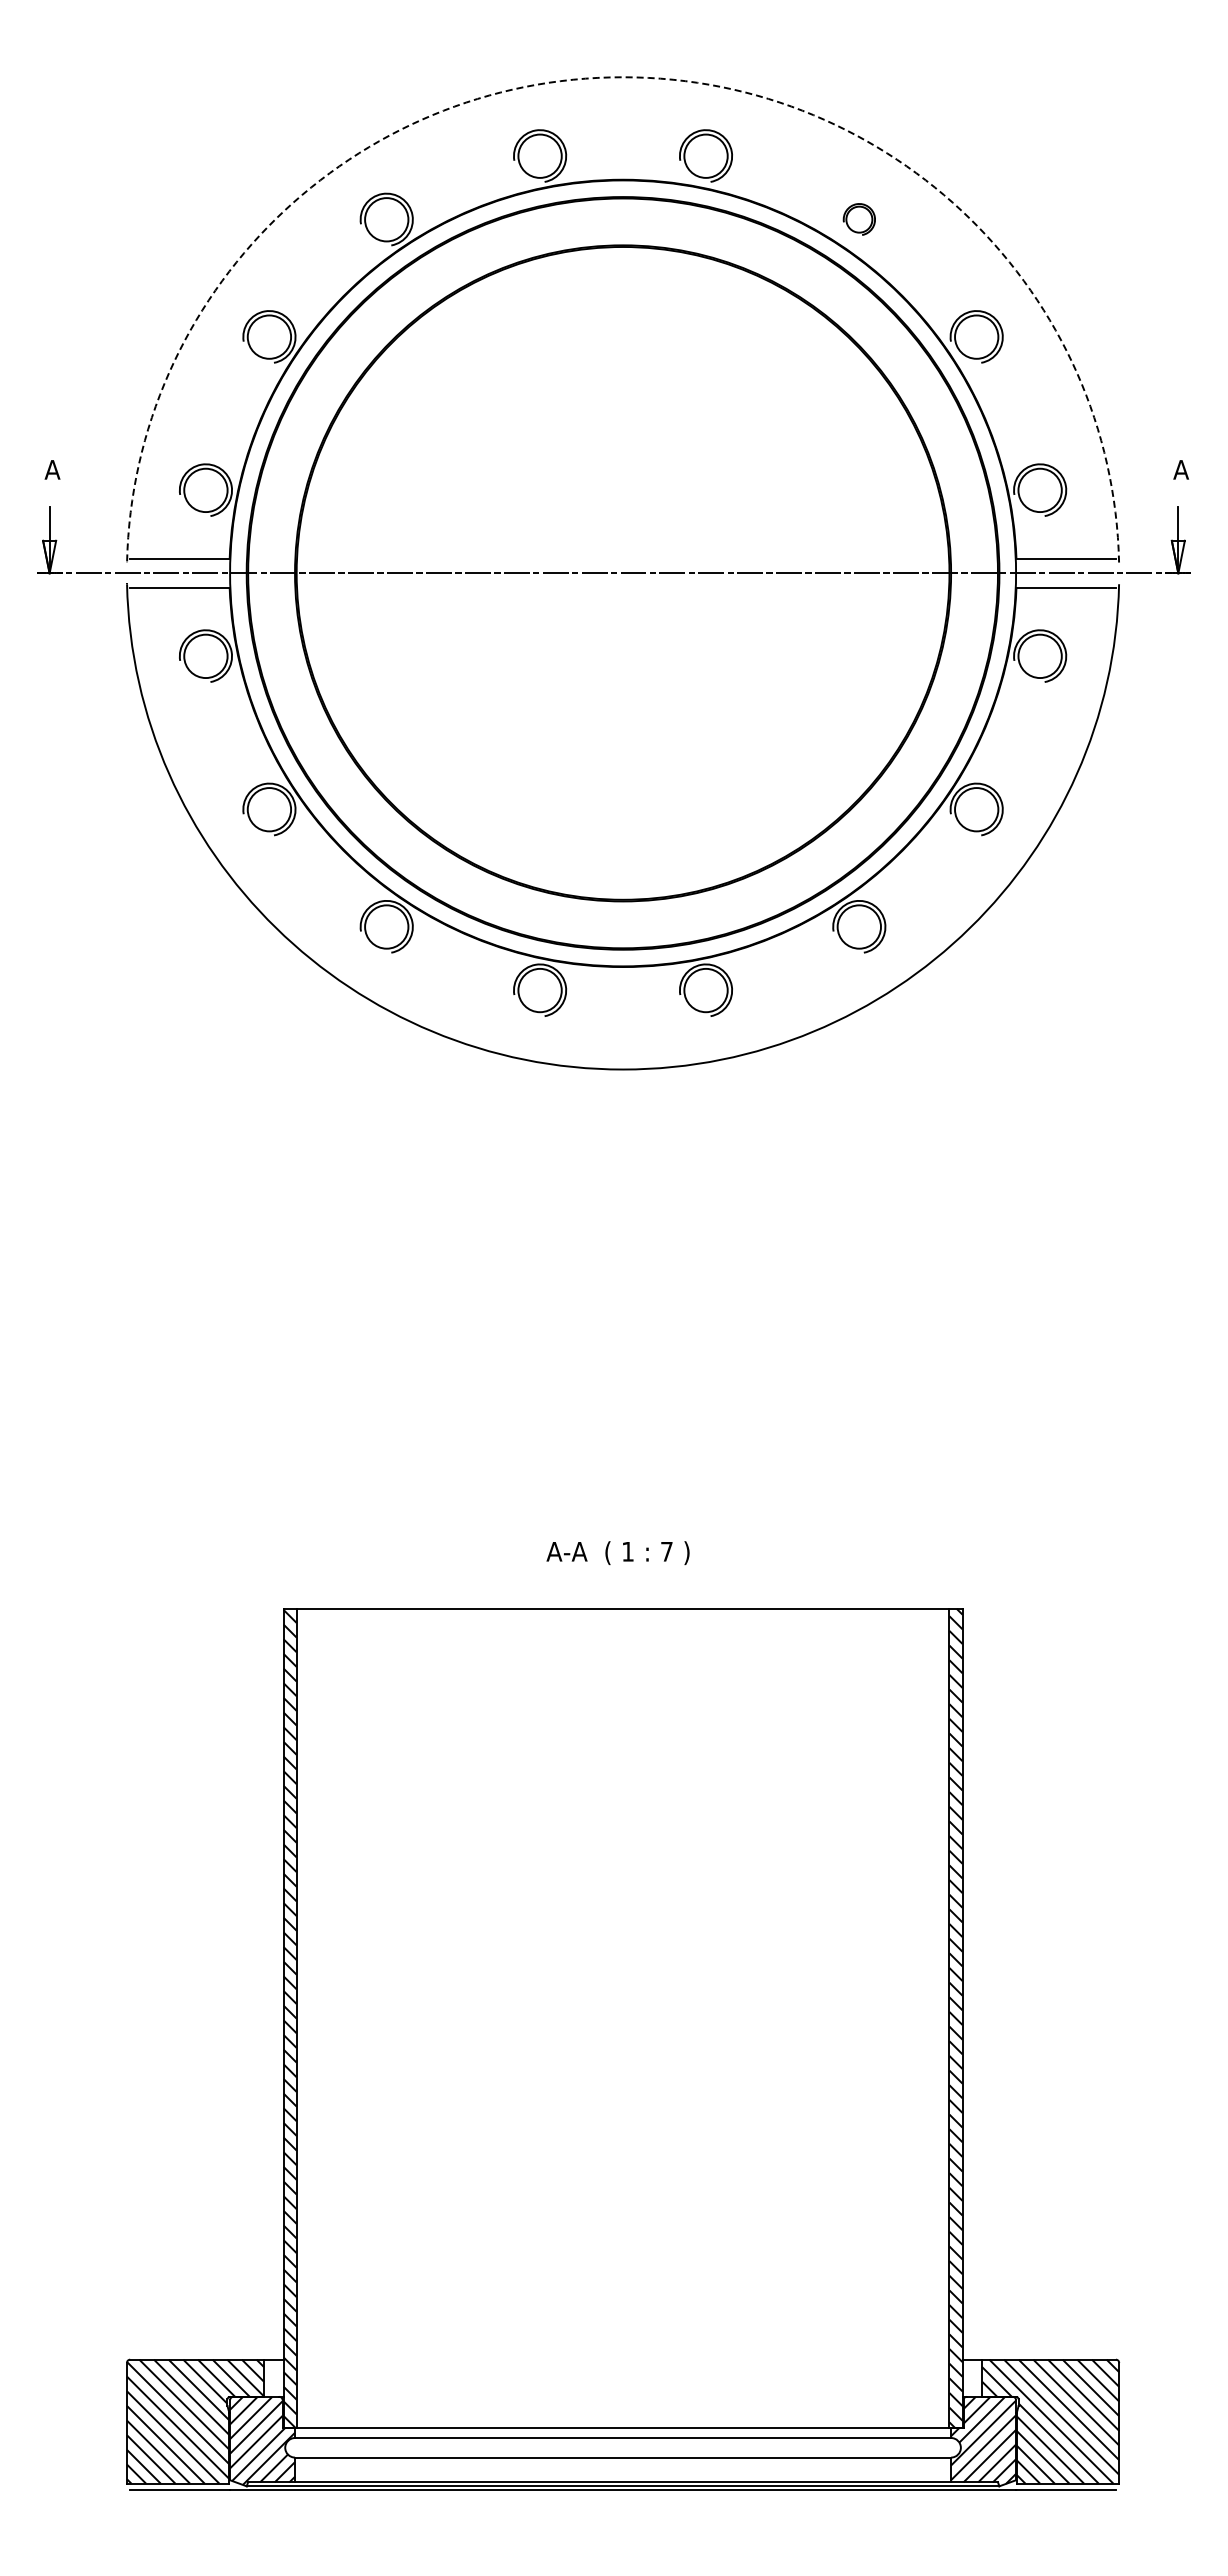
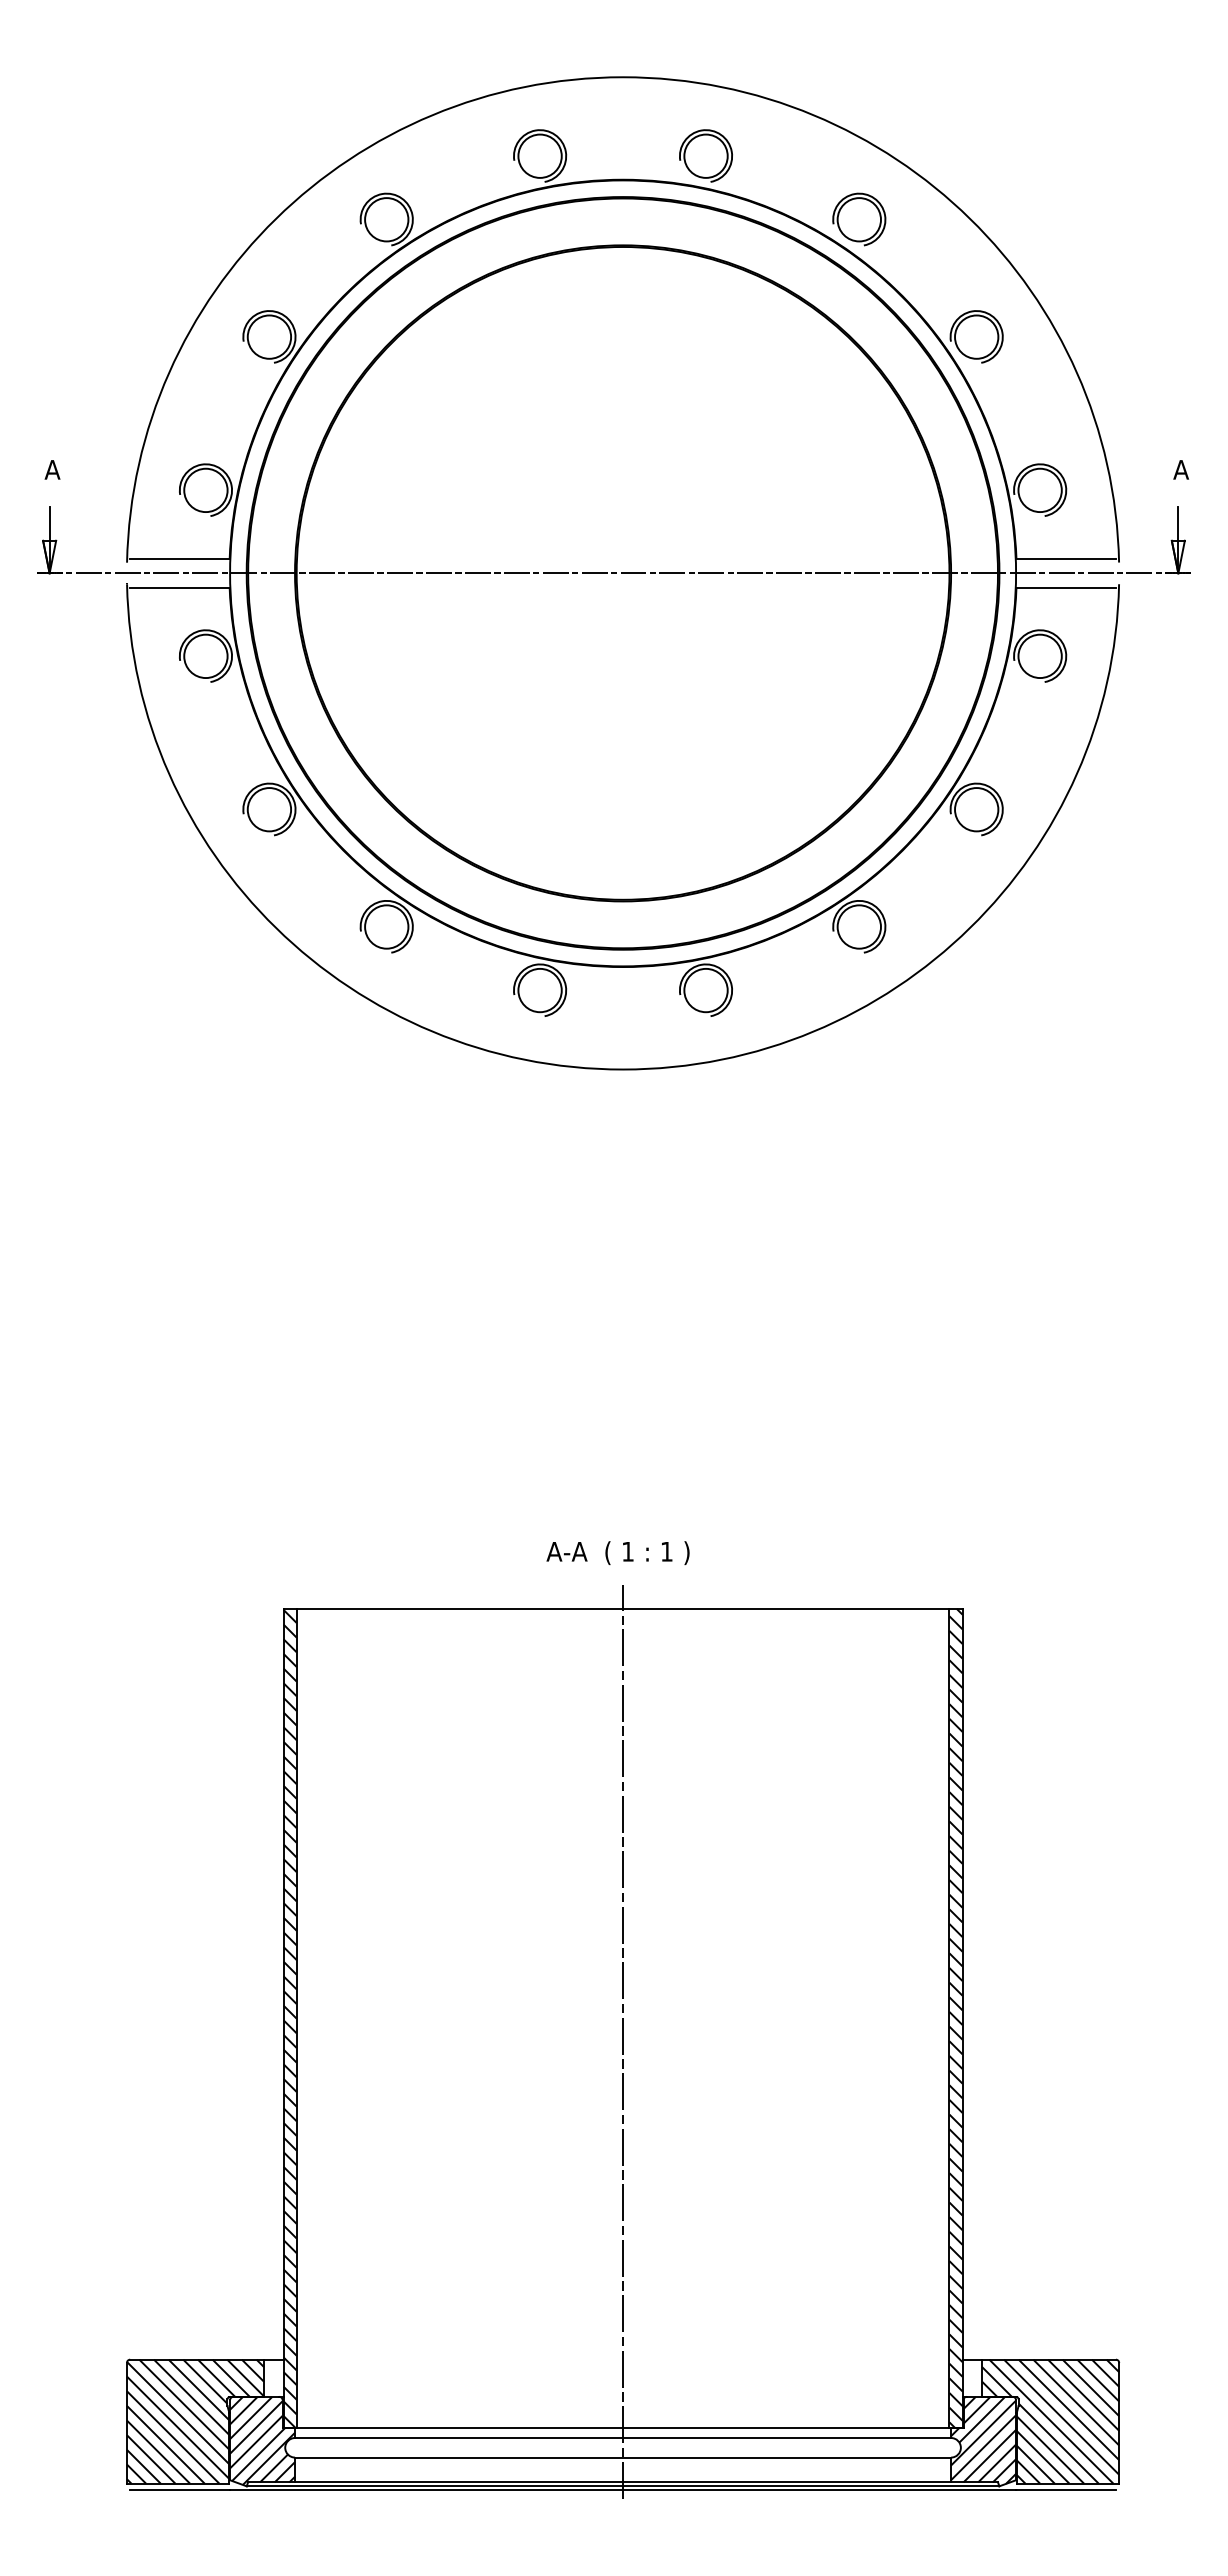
arc at (623, 77): dashed -> solid
part at (858, 219) size: 34x33 px -> 55x55 px
text at (666, 1551): 7 -> 1
line at (623, 2041): none -> present
